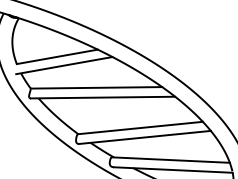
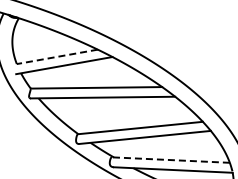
line at (56, 56): solid -> dashed
line at (170, 160): solid -> dashed
